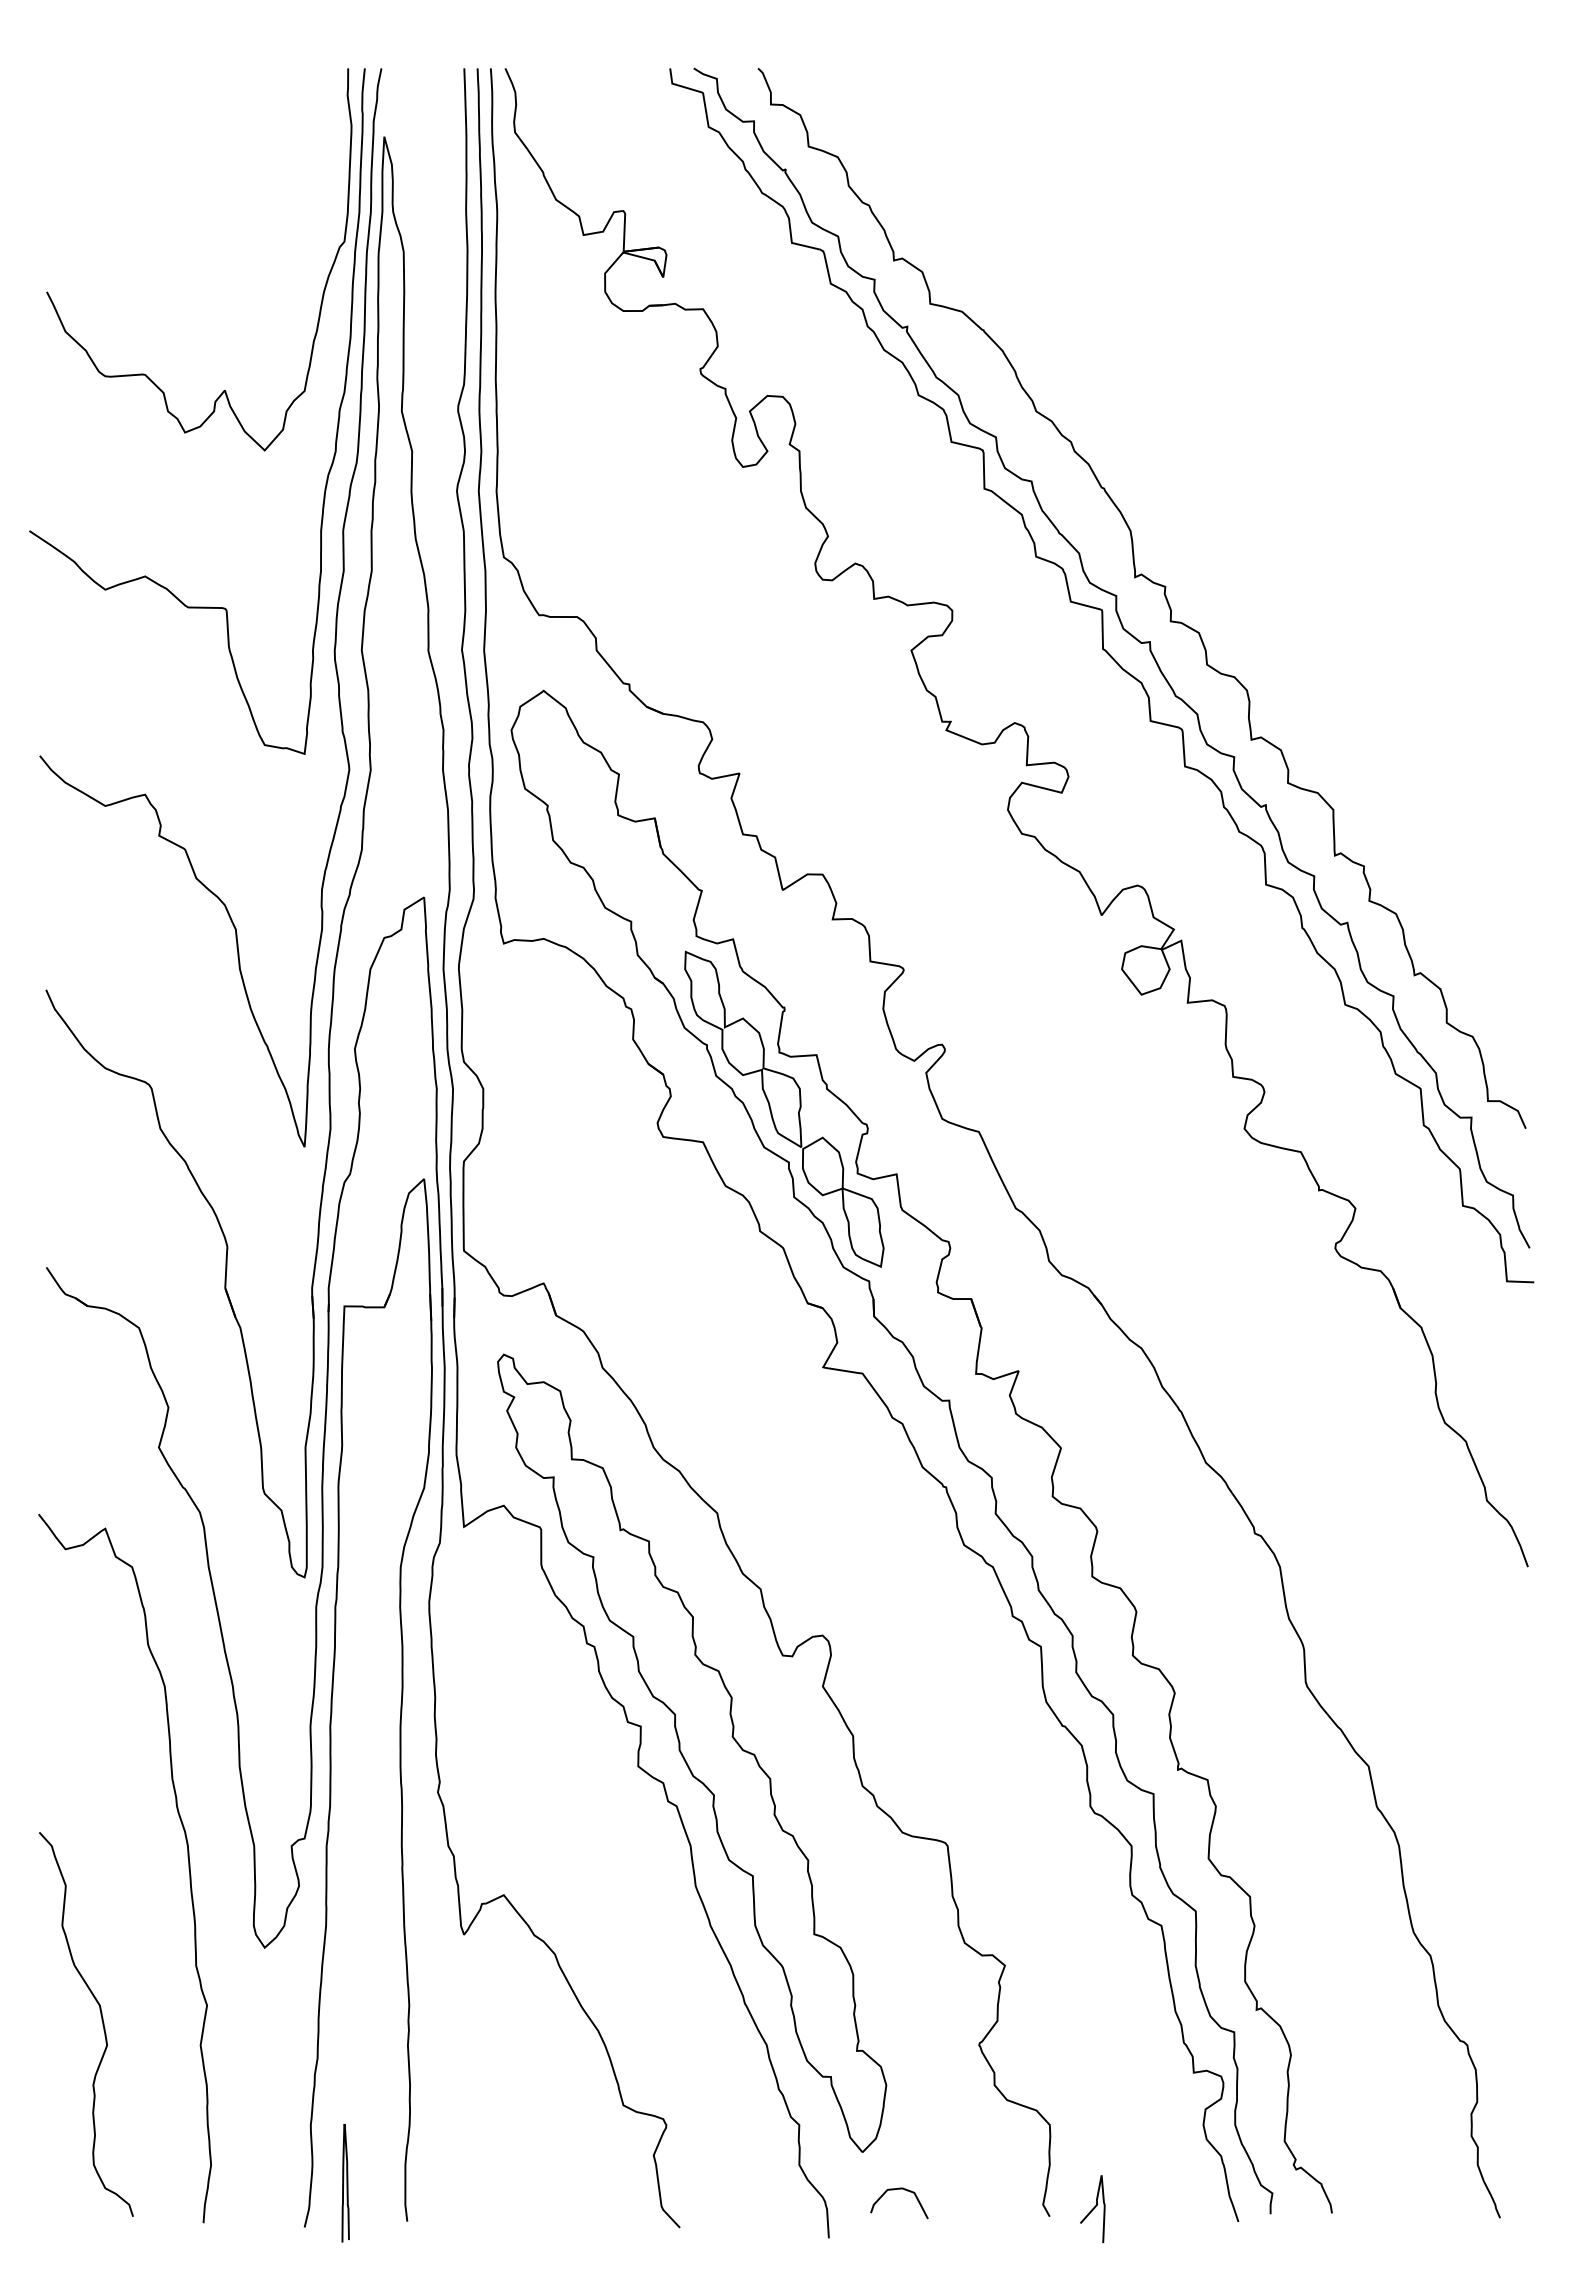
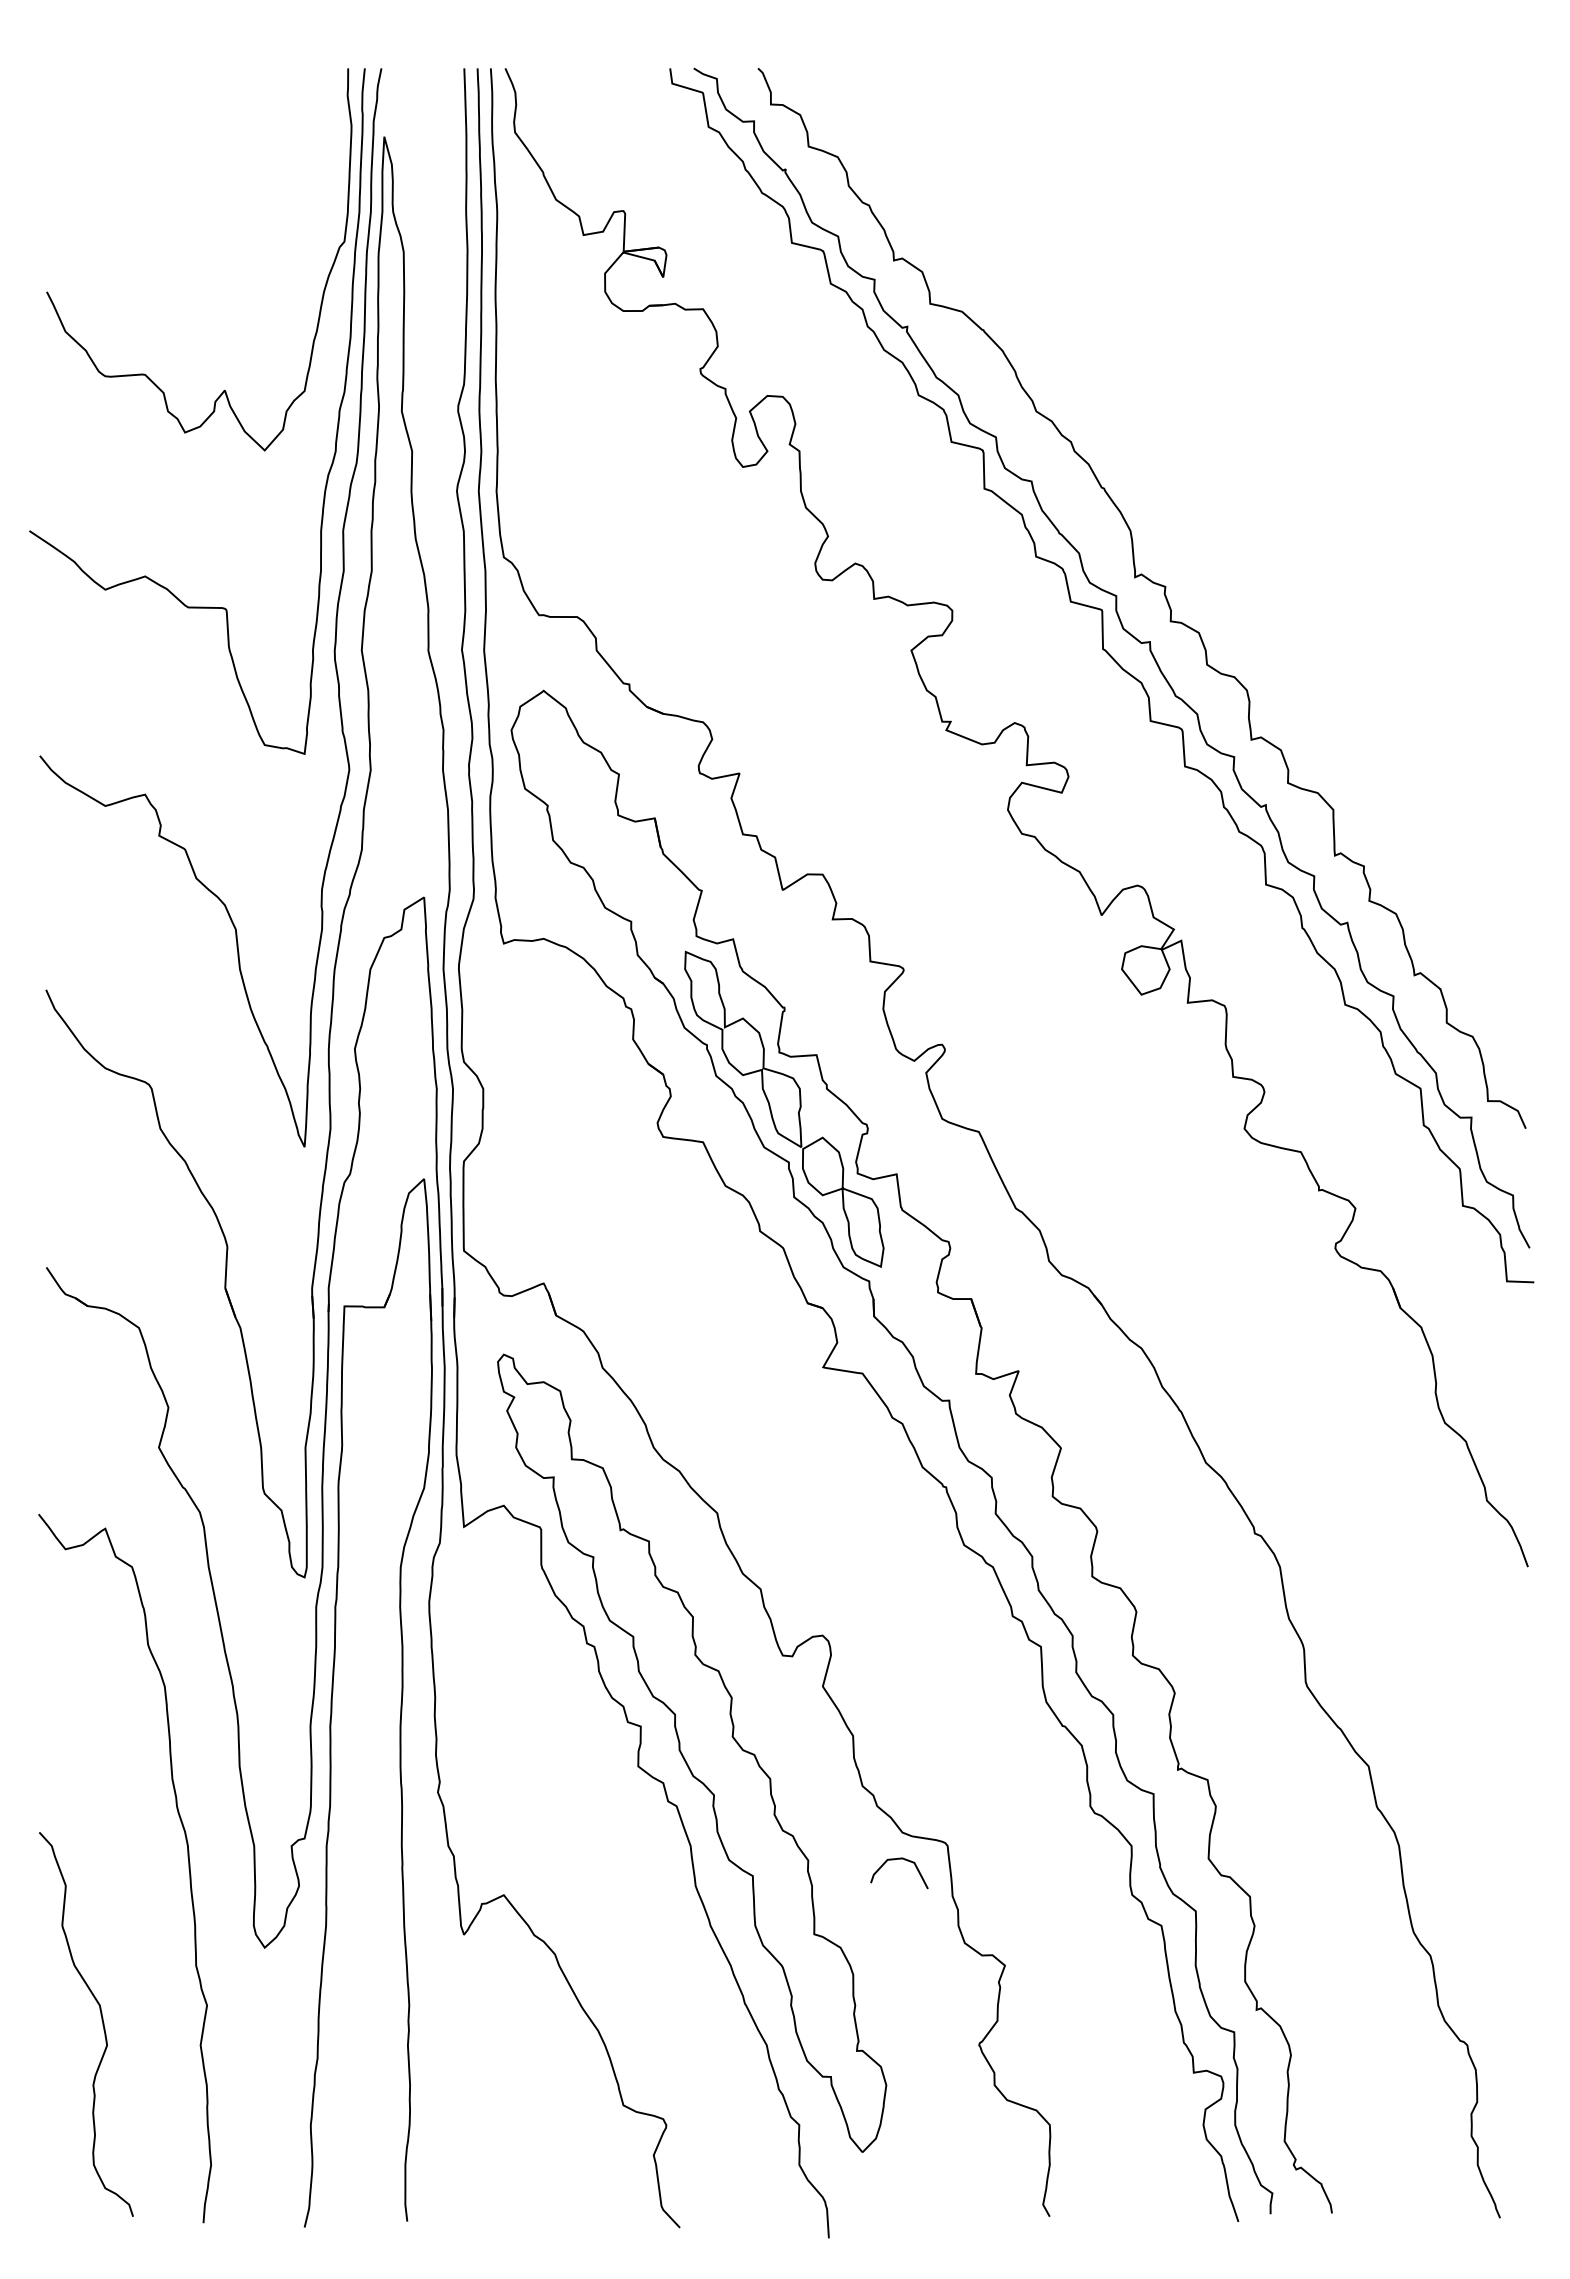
curve at (346, 2183): present -> none
curve at (894, 2190) position: (894, 2190) -> (894, 1860)
curve at (1092, 2209): present -> none
